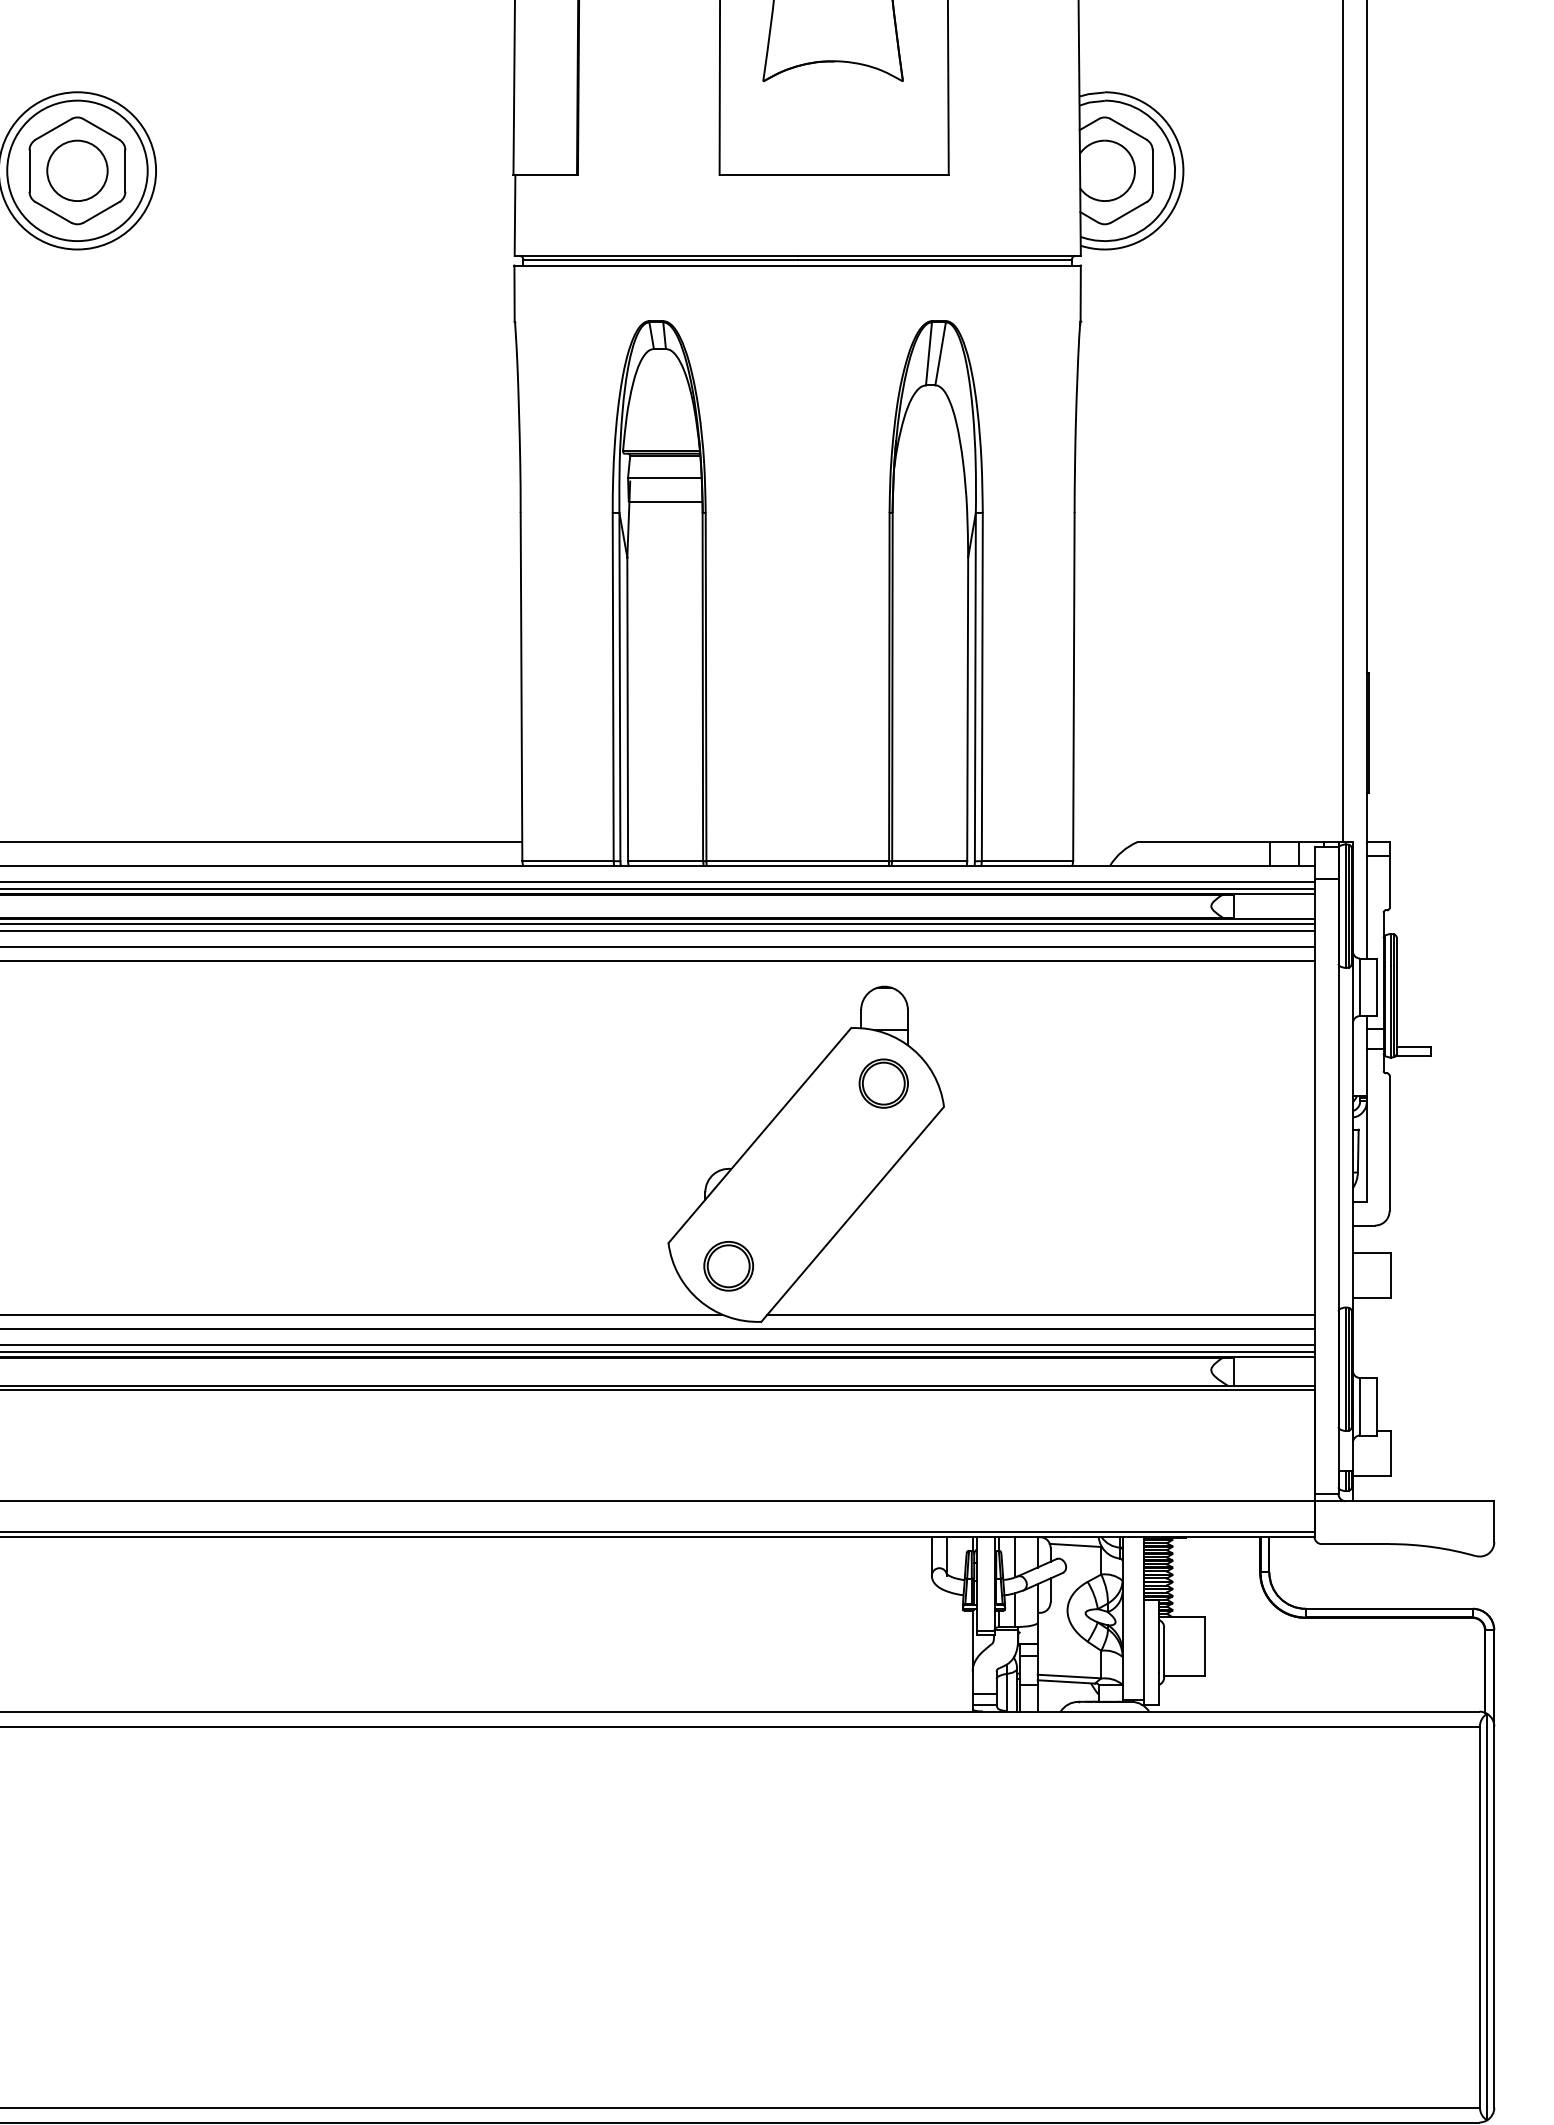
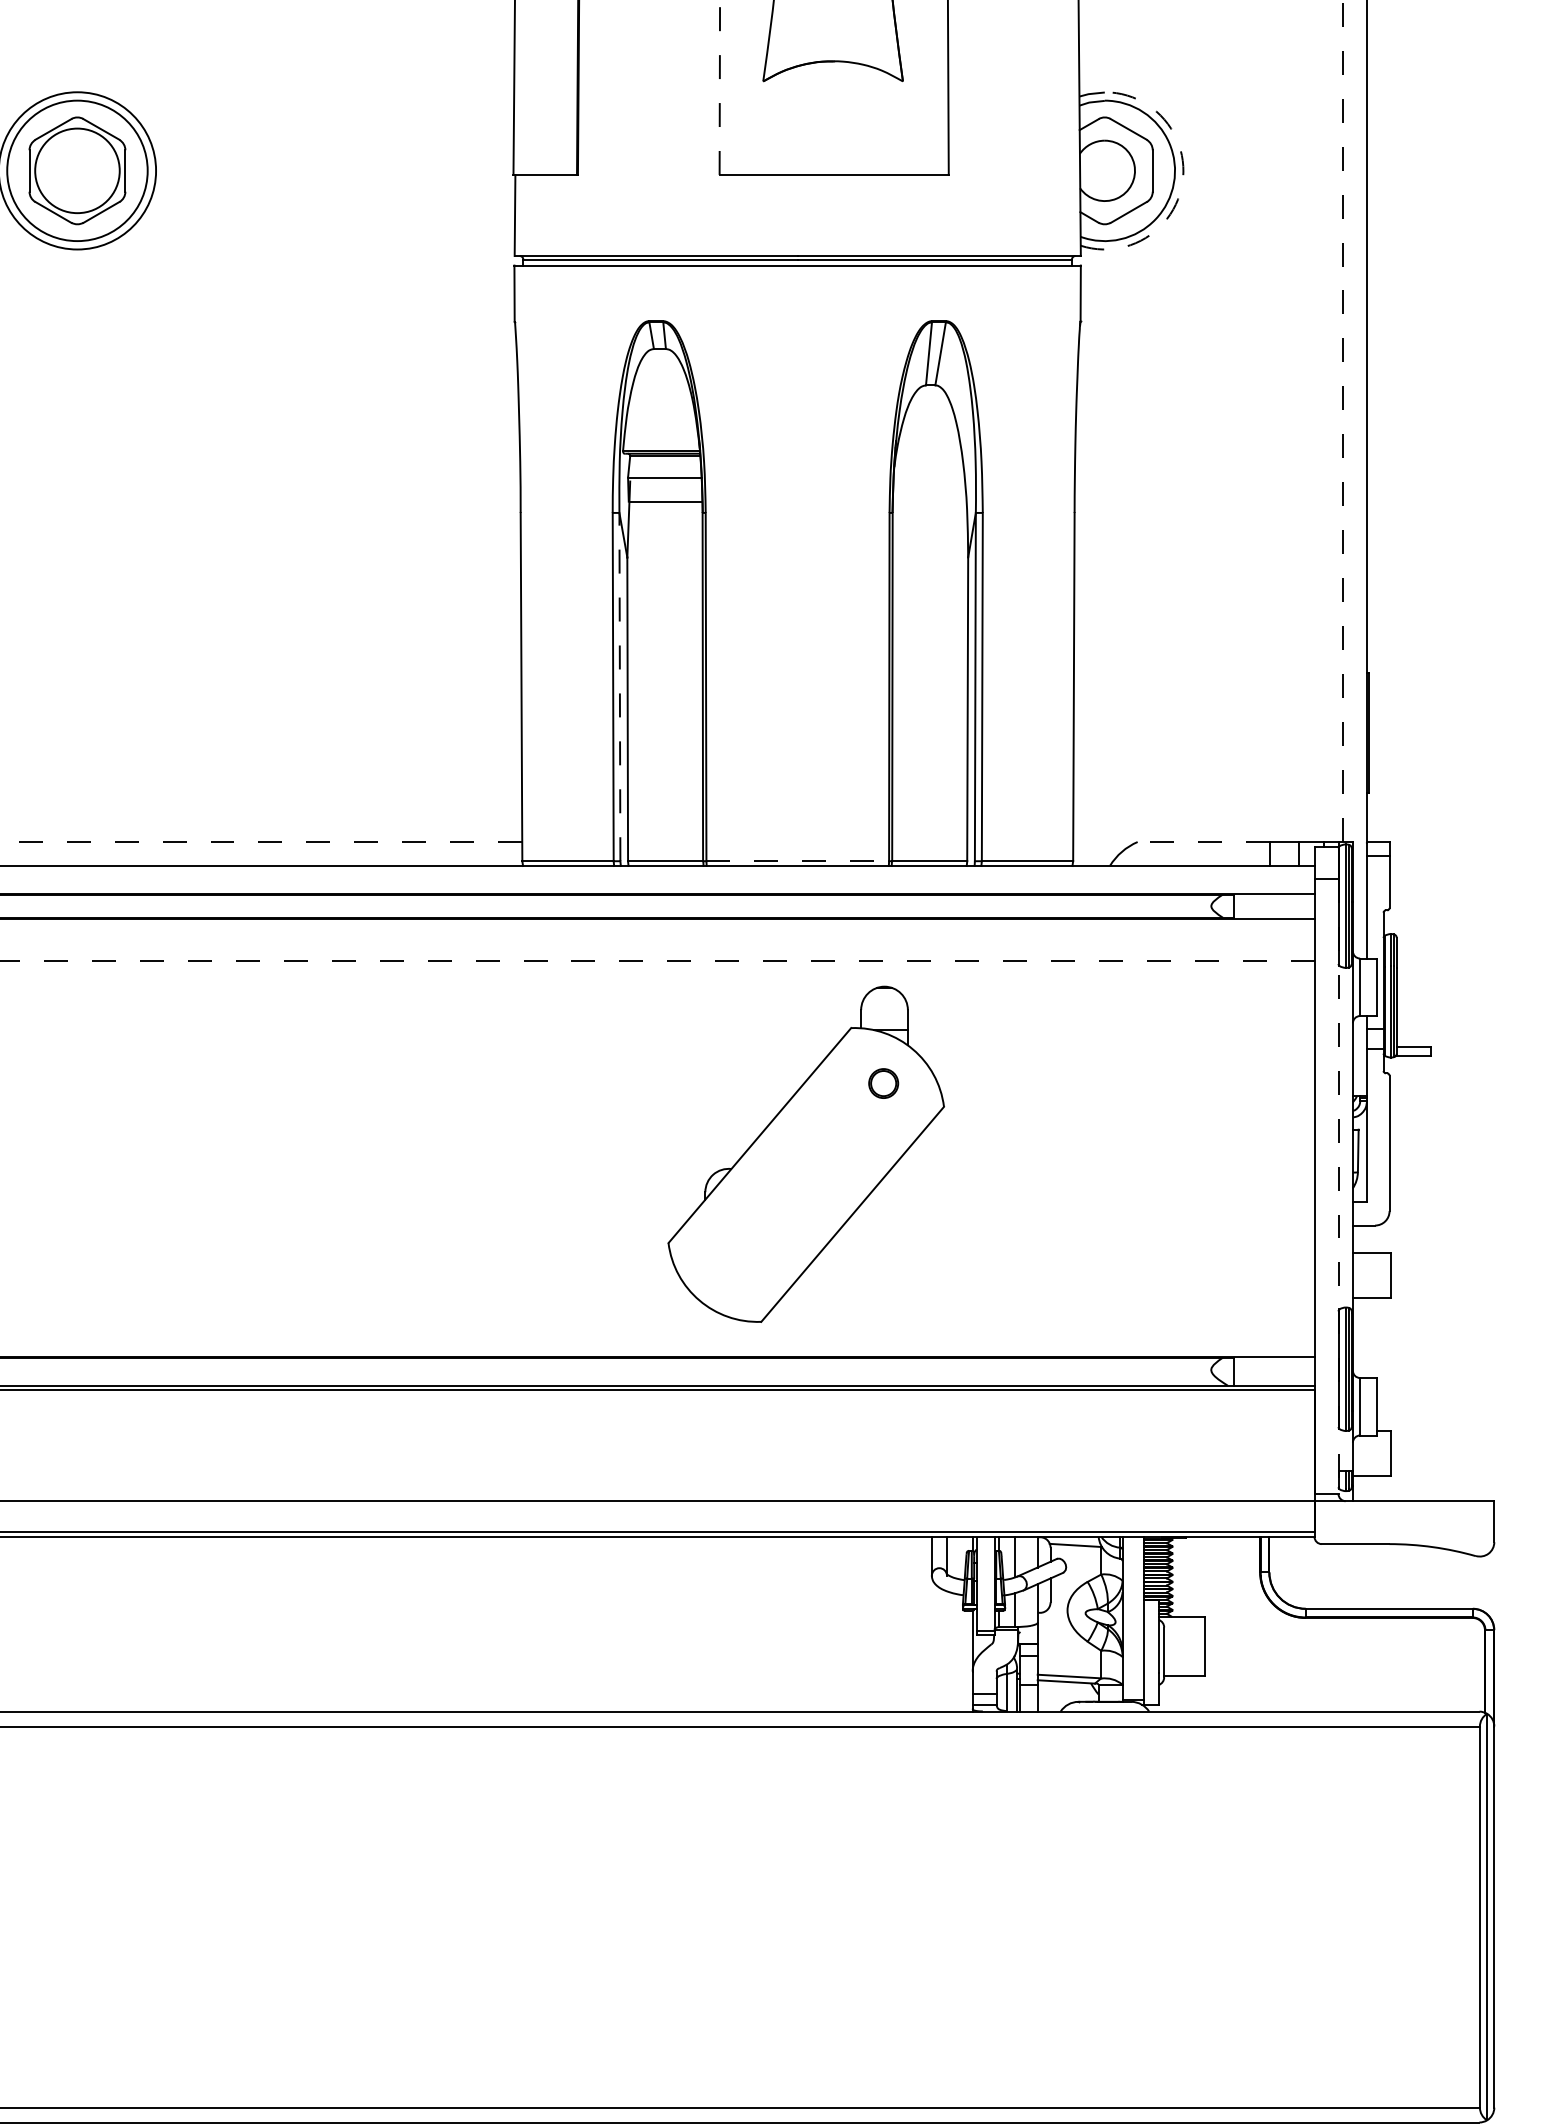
line at (719, 87): solid -> dashed
circle at (77, 170) diameter: 60 px -> 85 px
arc at (1182, 183): solid -> dashed
line at (1342, 420): solid -> dashed
line at (619, 686): solid -> dashed
line at (261, 842): solid -> dashed
line at (1203, 842): solid -> dashed
line at (798, 861): solid -> dashed
line at (658, 881): present -> none
line at (658, 888): present -> none
line at (658, 923): present -> none
line at (658, 930): present -> none
line at (658, 946): present -> none
line at (657, 960): solid -> dashed
part at (883, 1083) size: 51x51 px -> 32x31 px
line at (1338, 1186): solid -> dashed
part at (728, 1266): present -> none
line at (362, 1314): present -> none
line at (1040, 1314): present -> none
line at (658, 1329): present -> none
line at (658, 1344): present -> none
line at (658, 1351): present -> none
